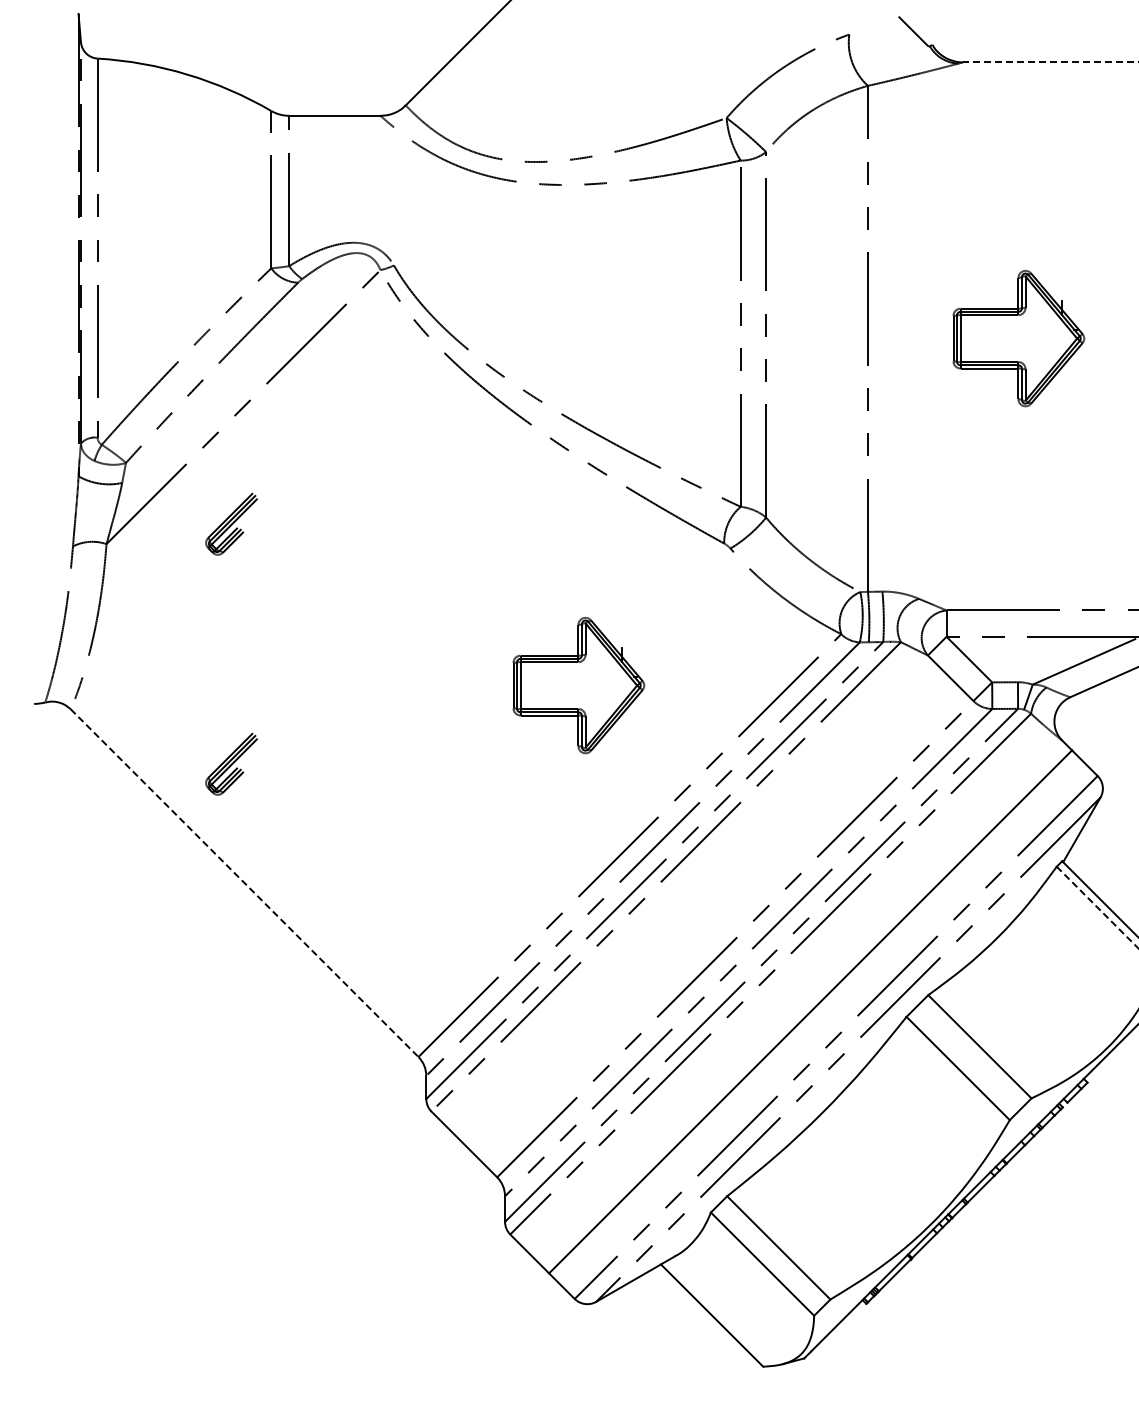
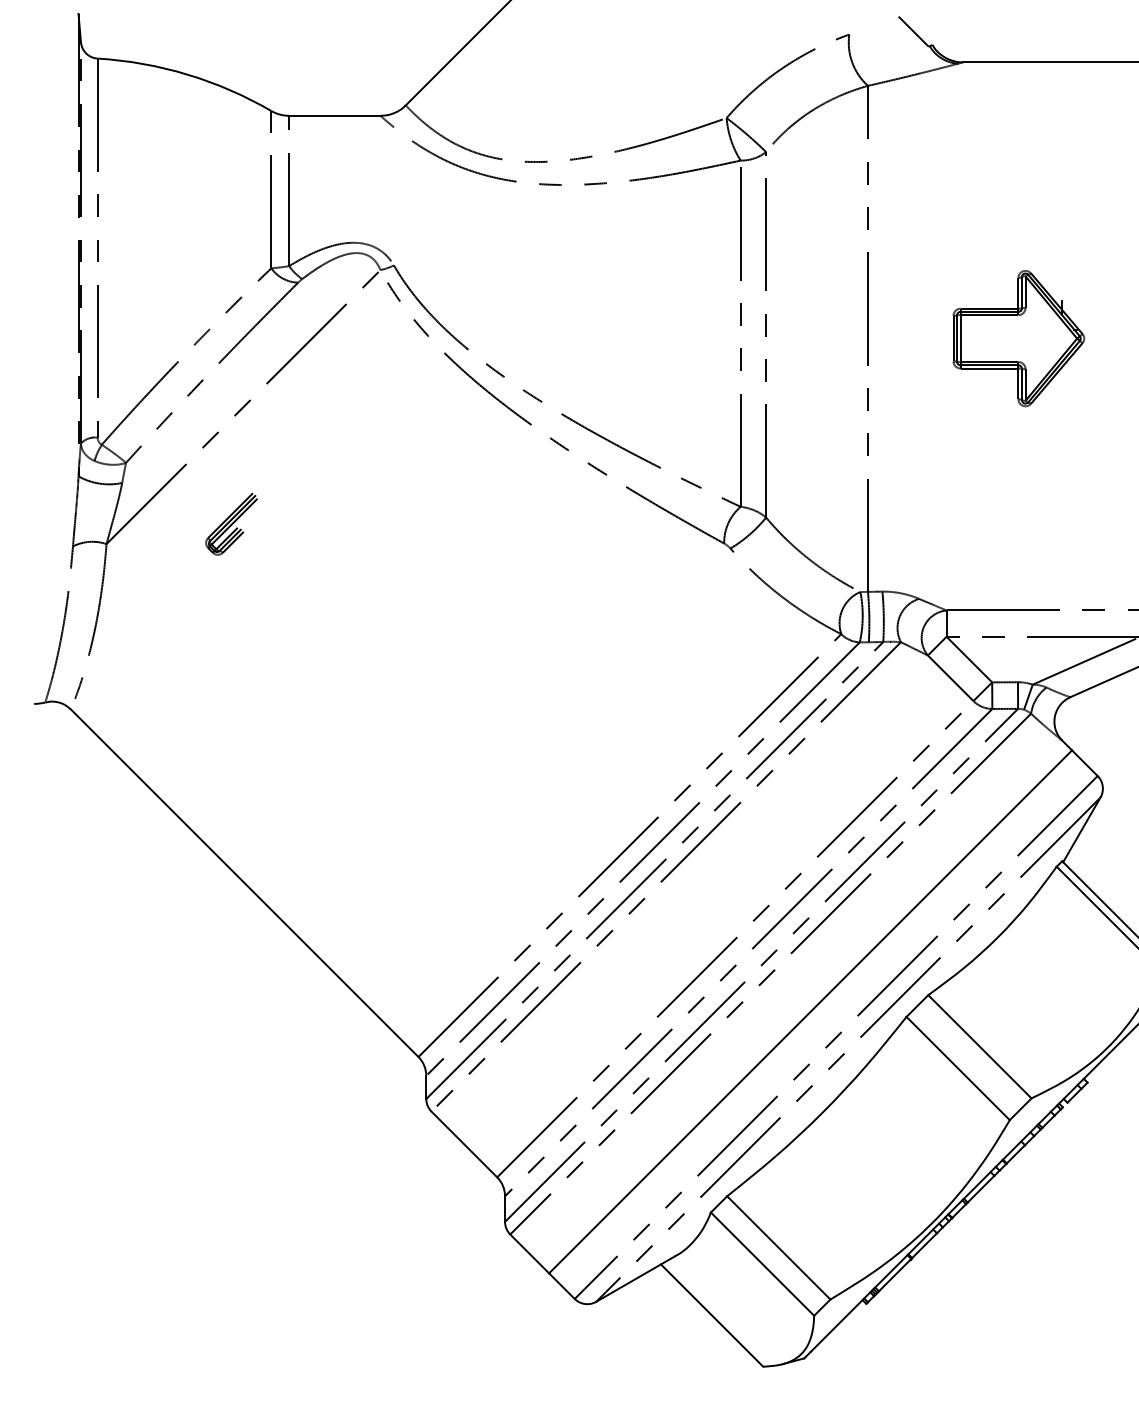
line at (1050, 62): dashed -> solid
part at (578, 685): present -> none
part at (231, 763): present -> none
line at (244, 883): dashed -> solid
line at (1098, 908): dashed -> solid
